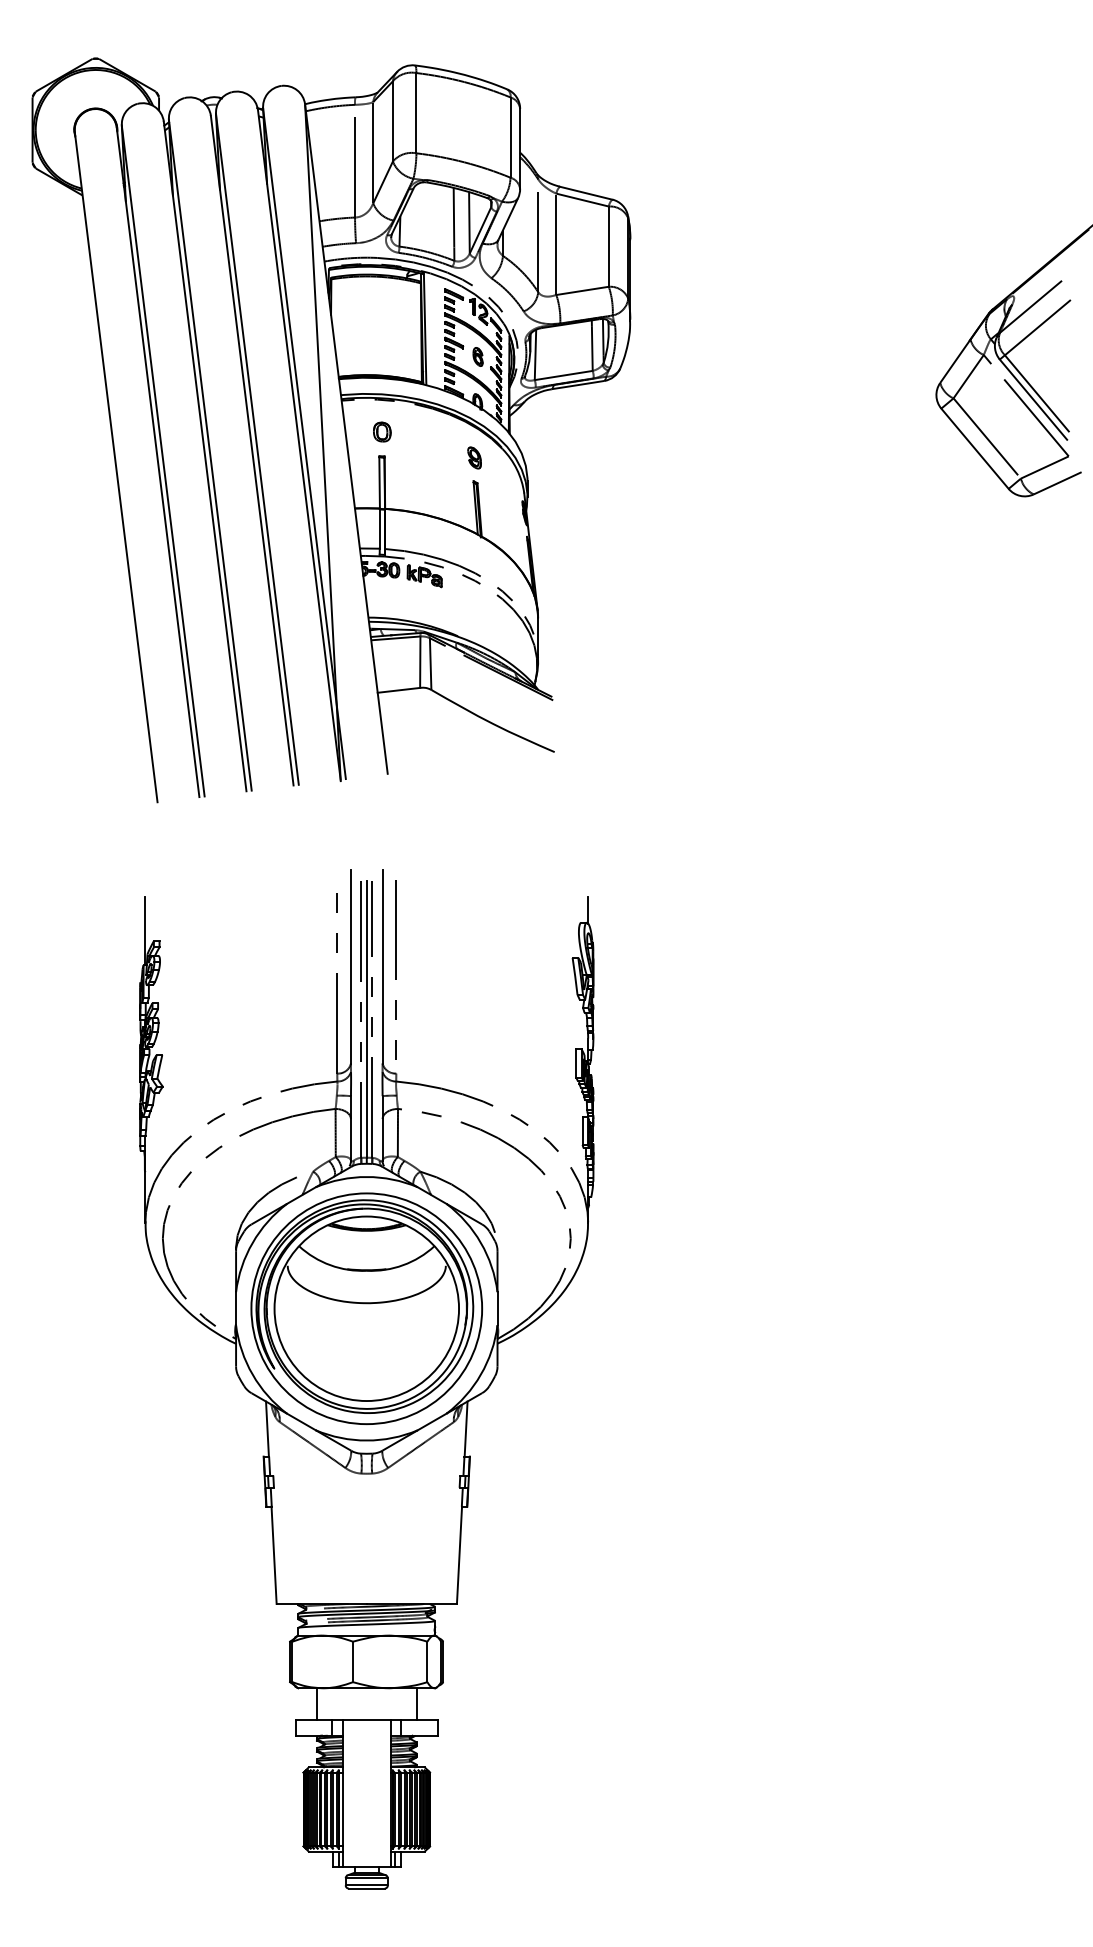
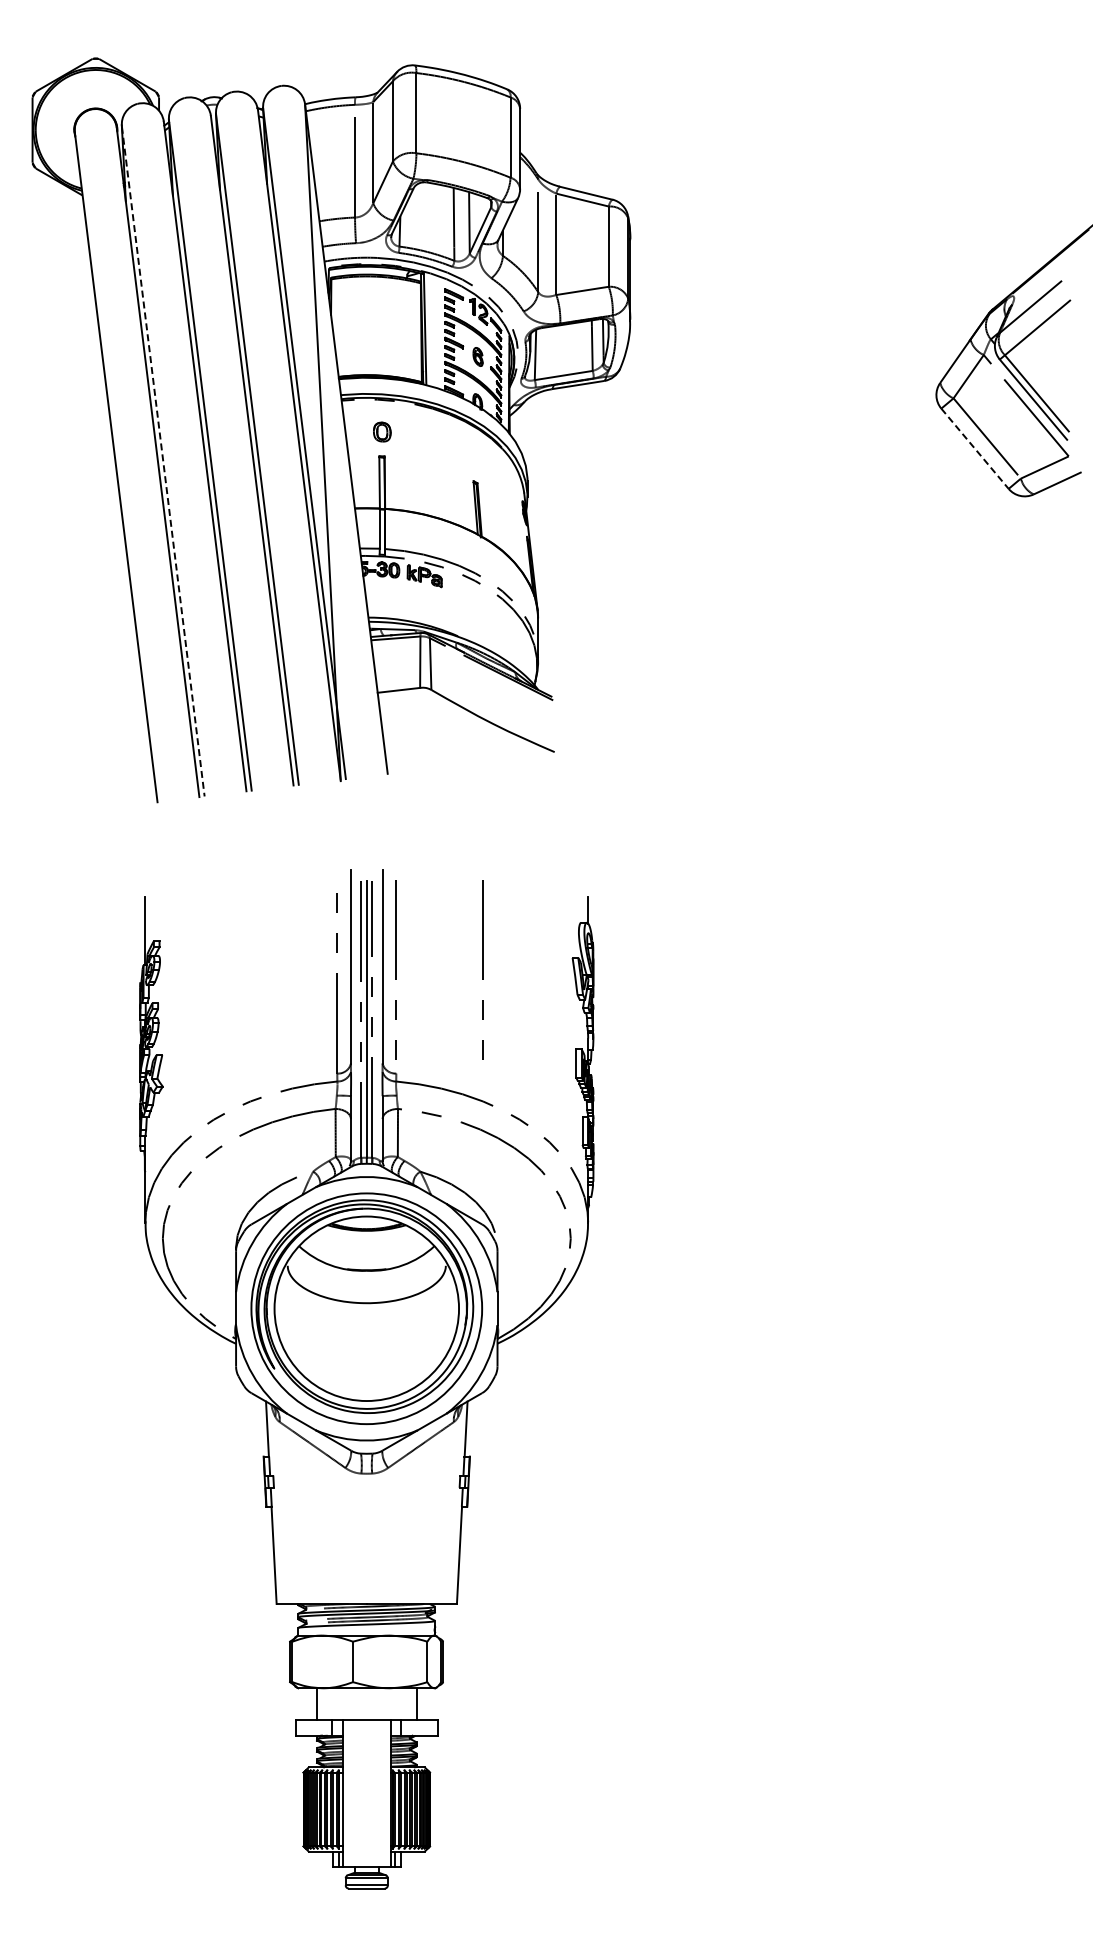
line at (975, 449): solid -> dashed
part at (474, 457): present -> none
line at (163, 462): solid -> dashed
line at (482, 969): none -> present
